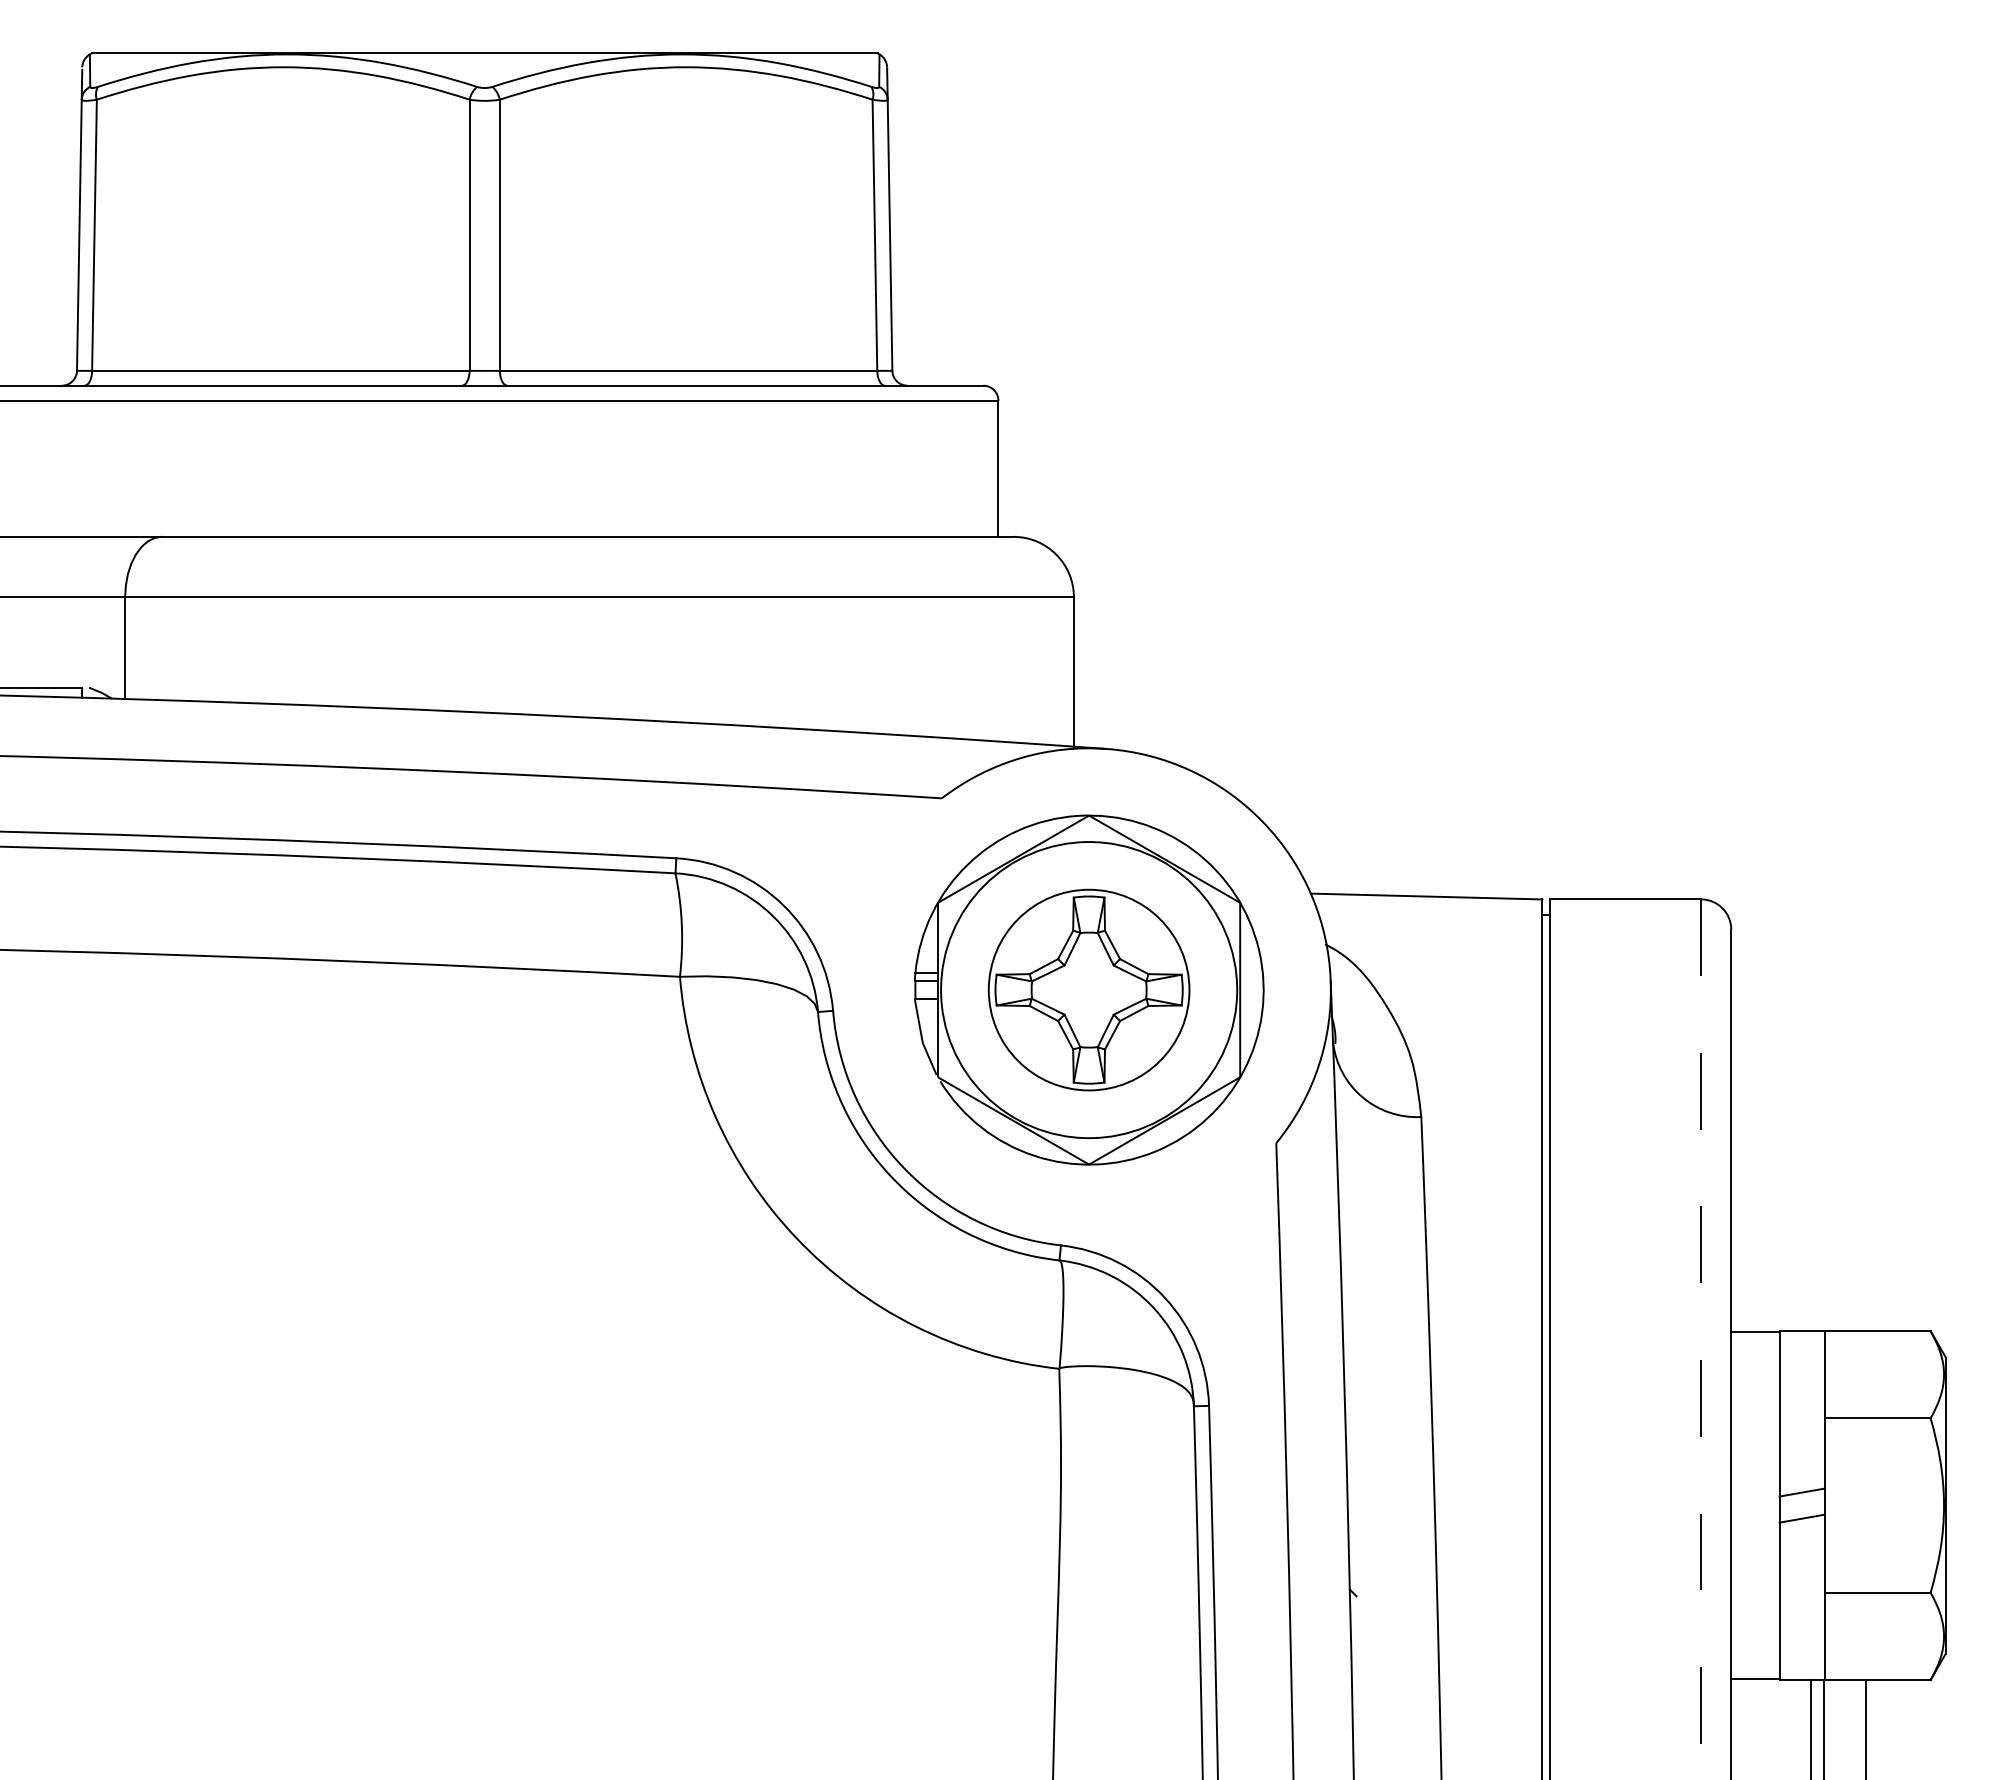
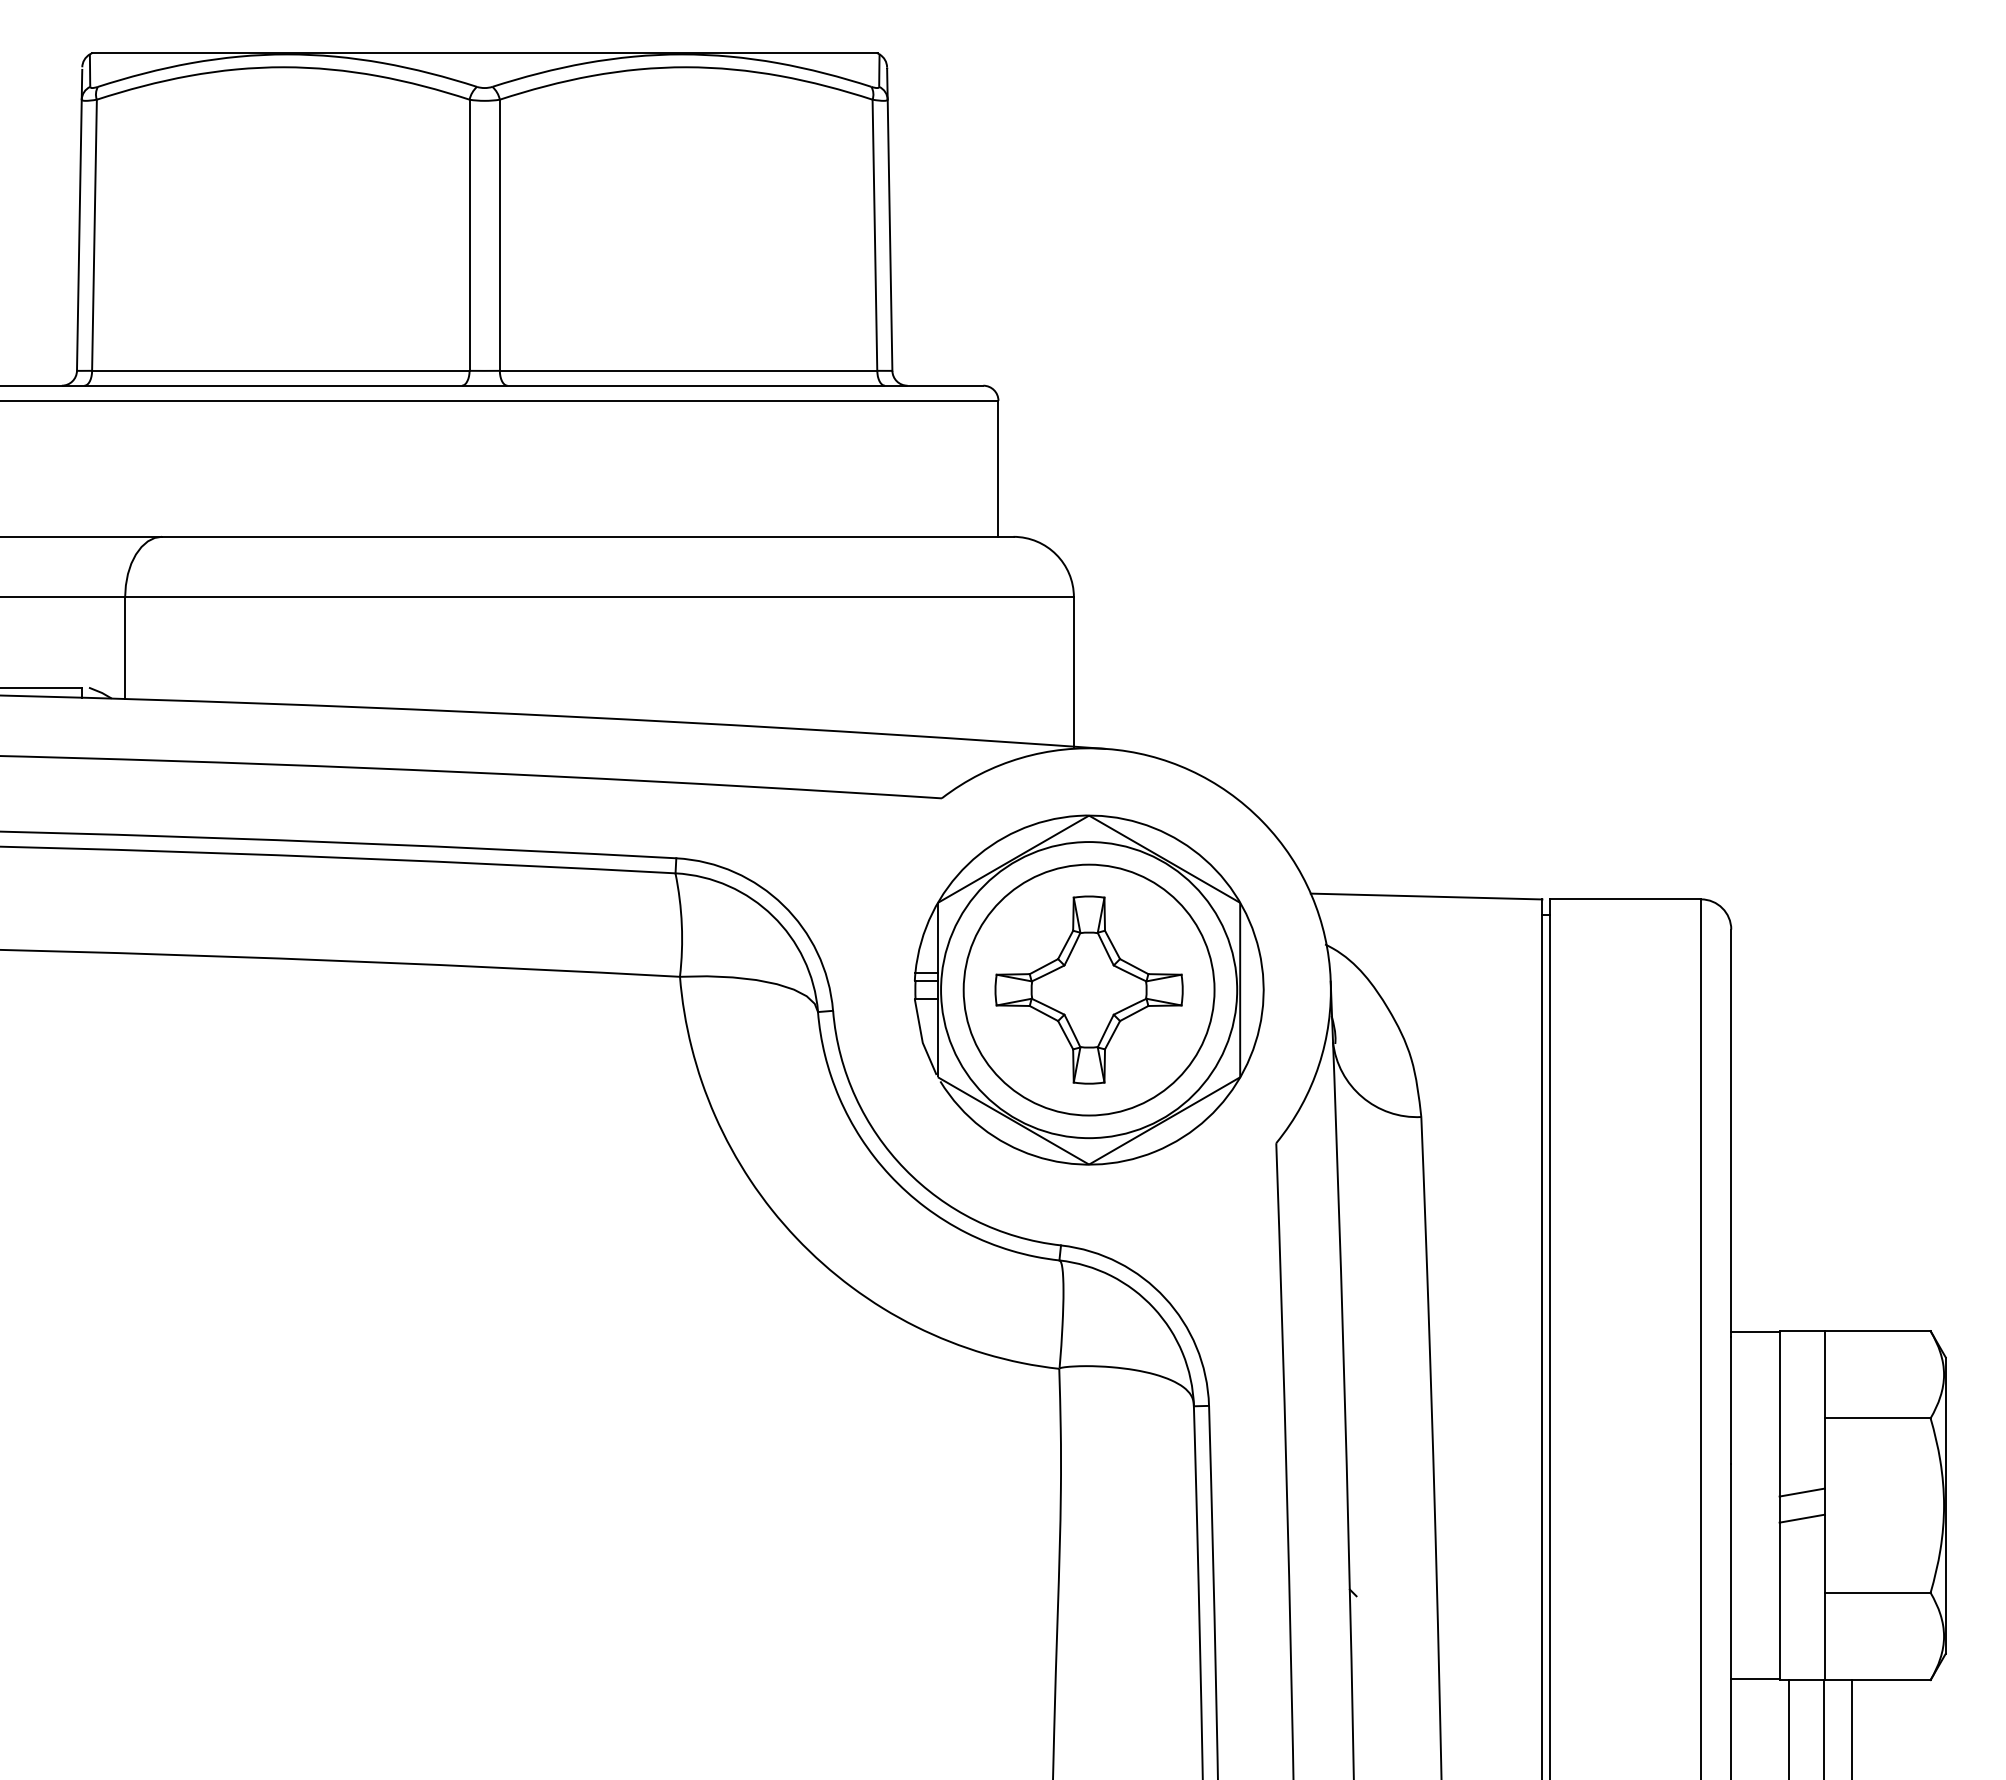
circle at (1088, 989) diameter: 201 px -> 251 px
line at (1701, 1339): dashed -> solid
line at (1810, 1728) position: (1810, 1728) -> (1788, 1728)
line at (1866, 1728) position: (1866, 1728) -> (1852, 1728)
